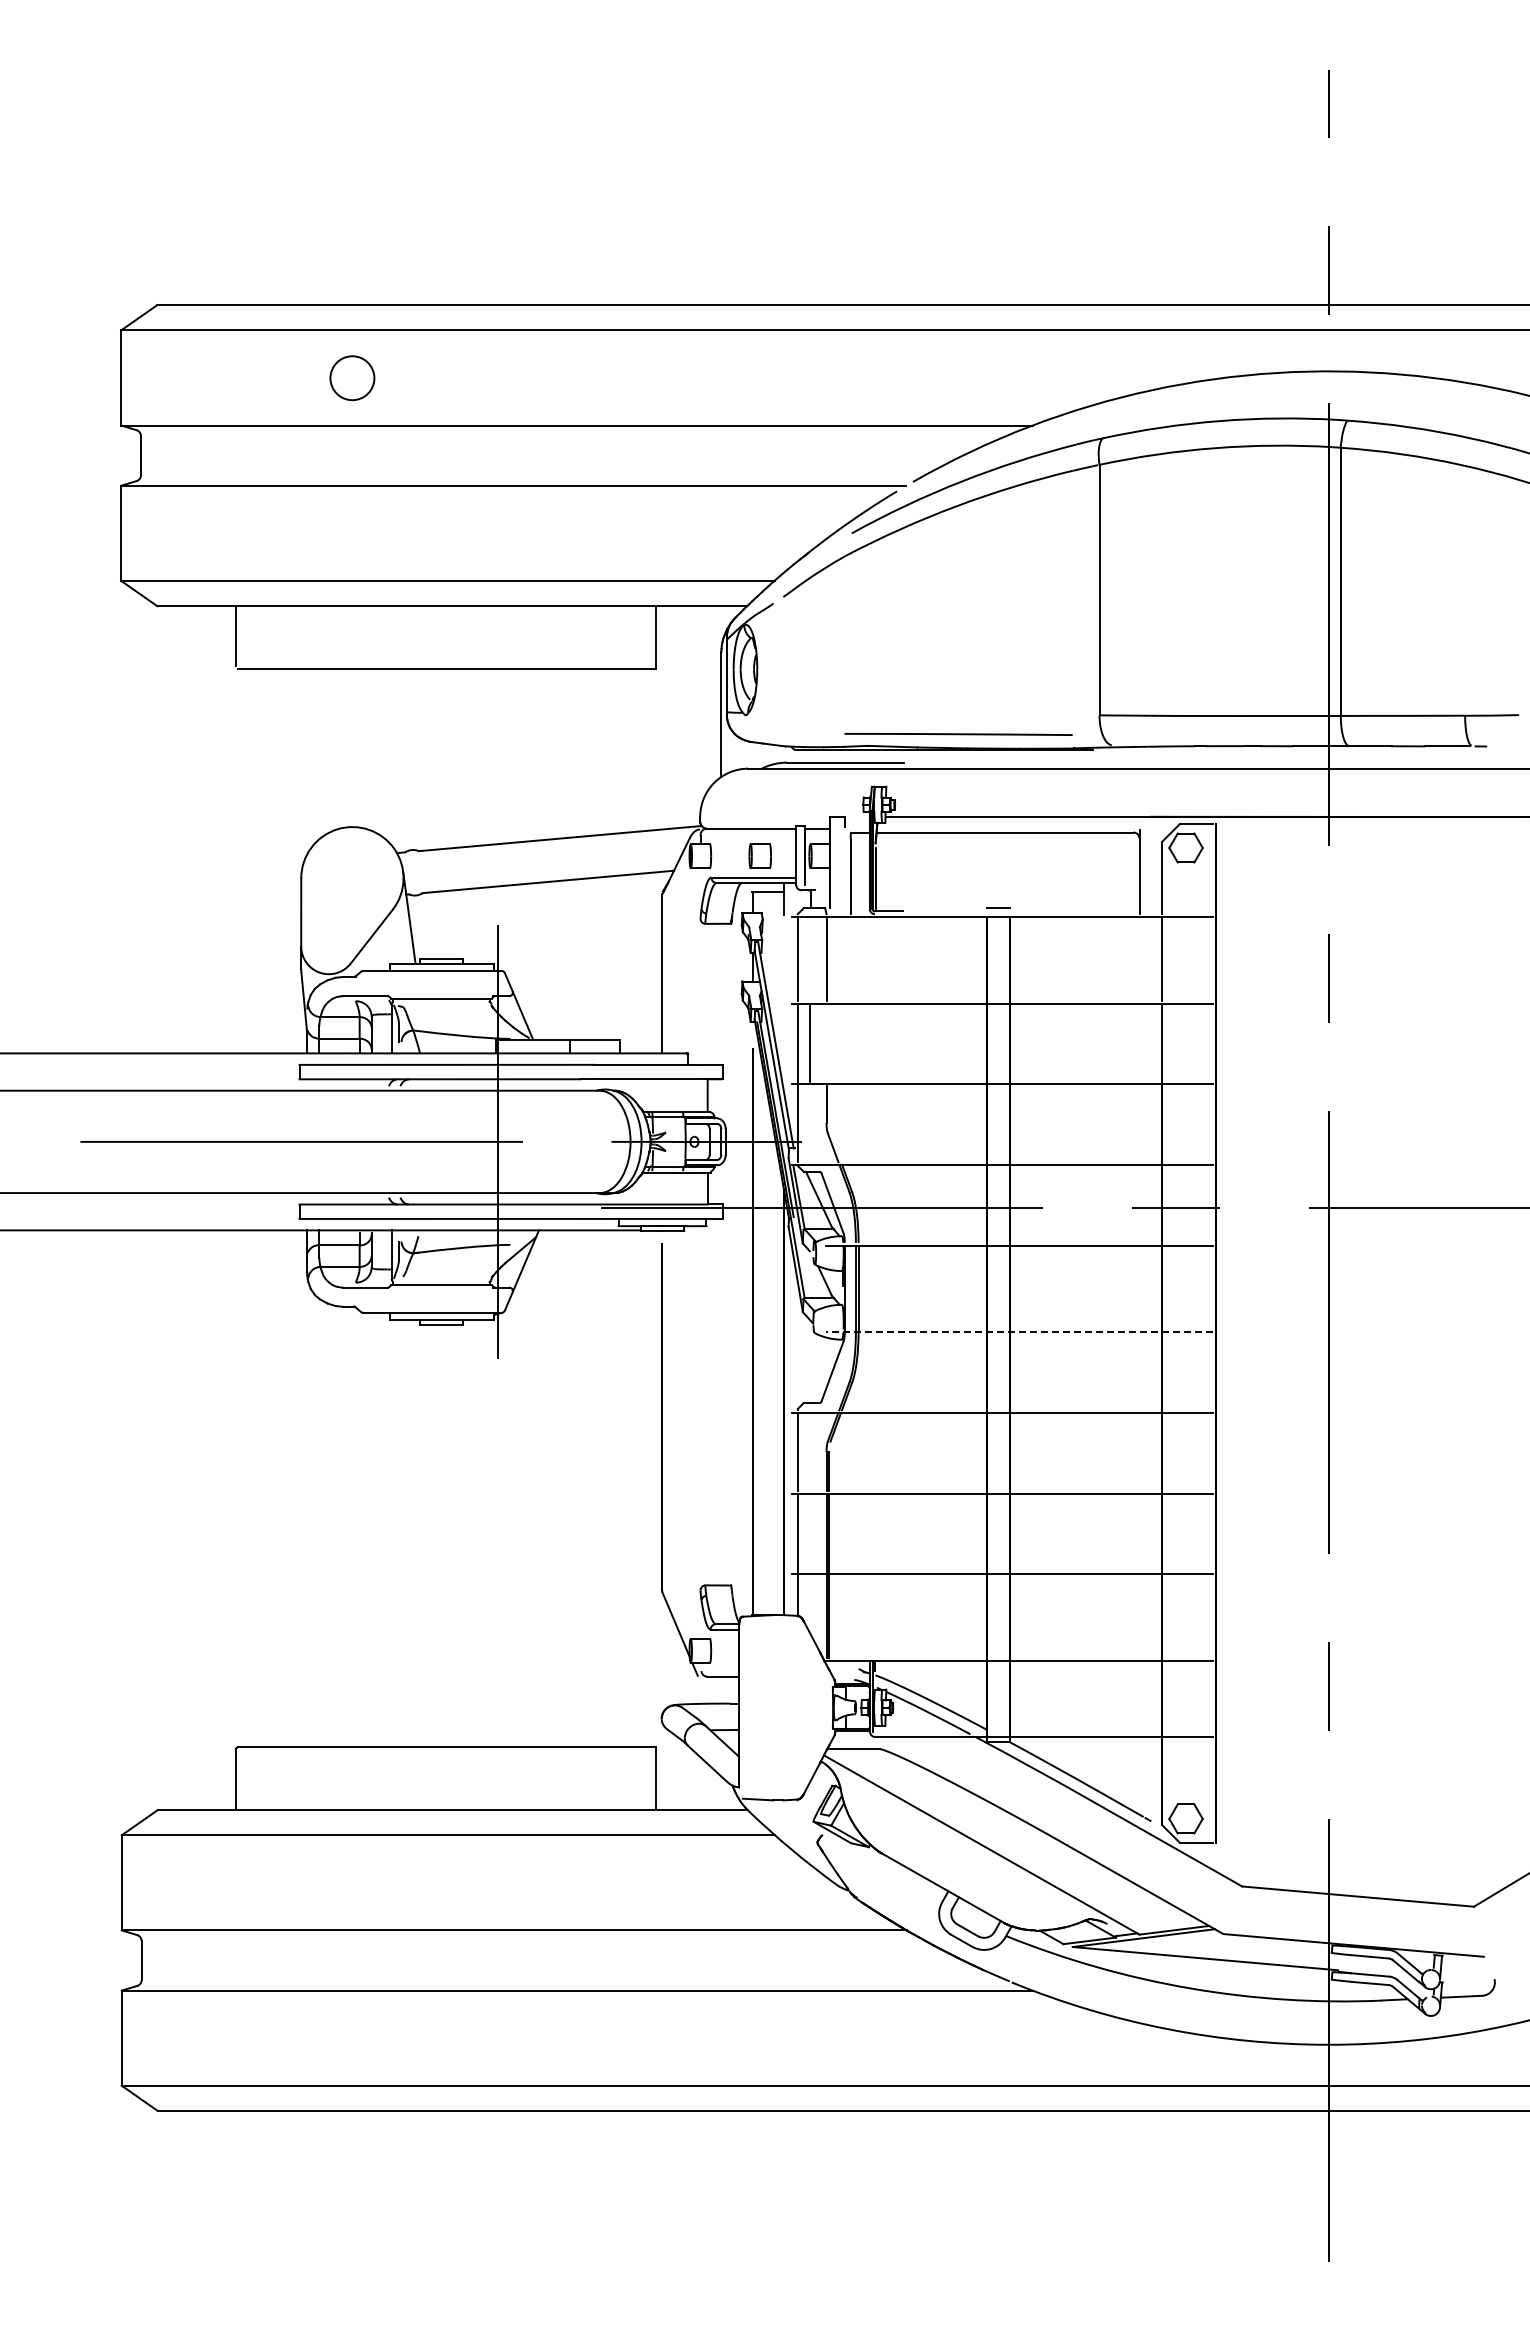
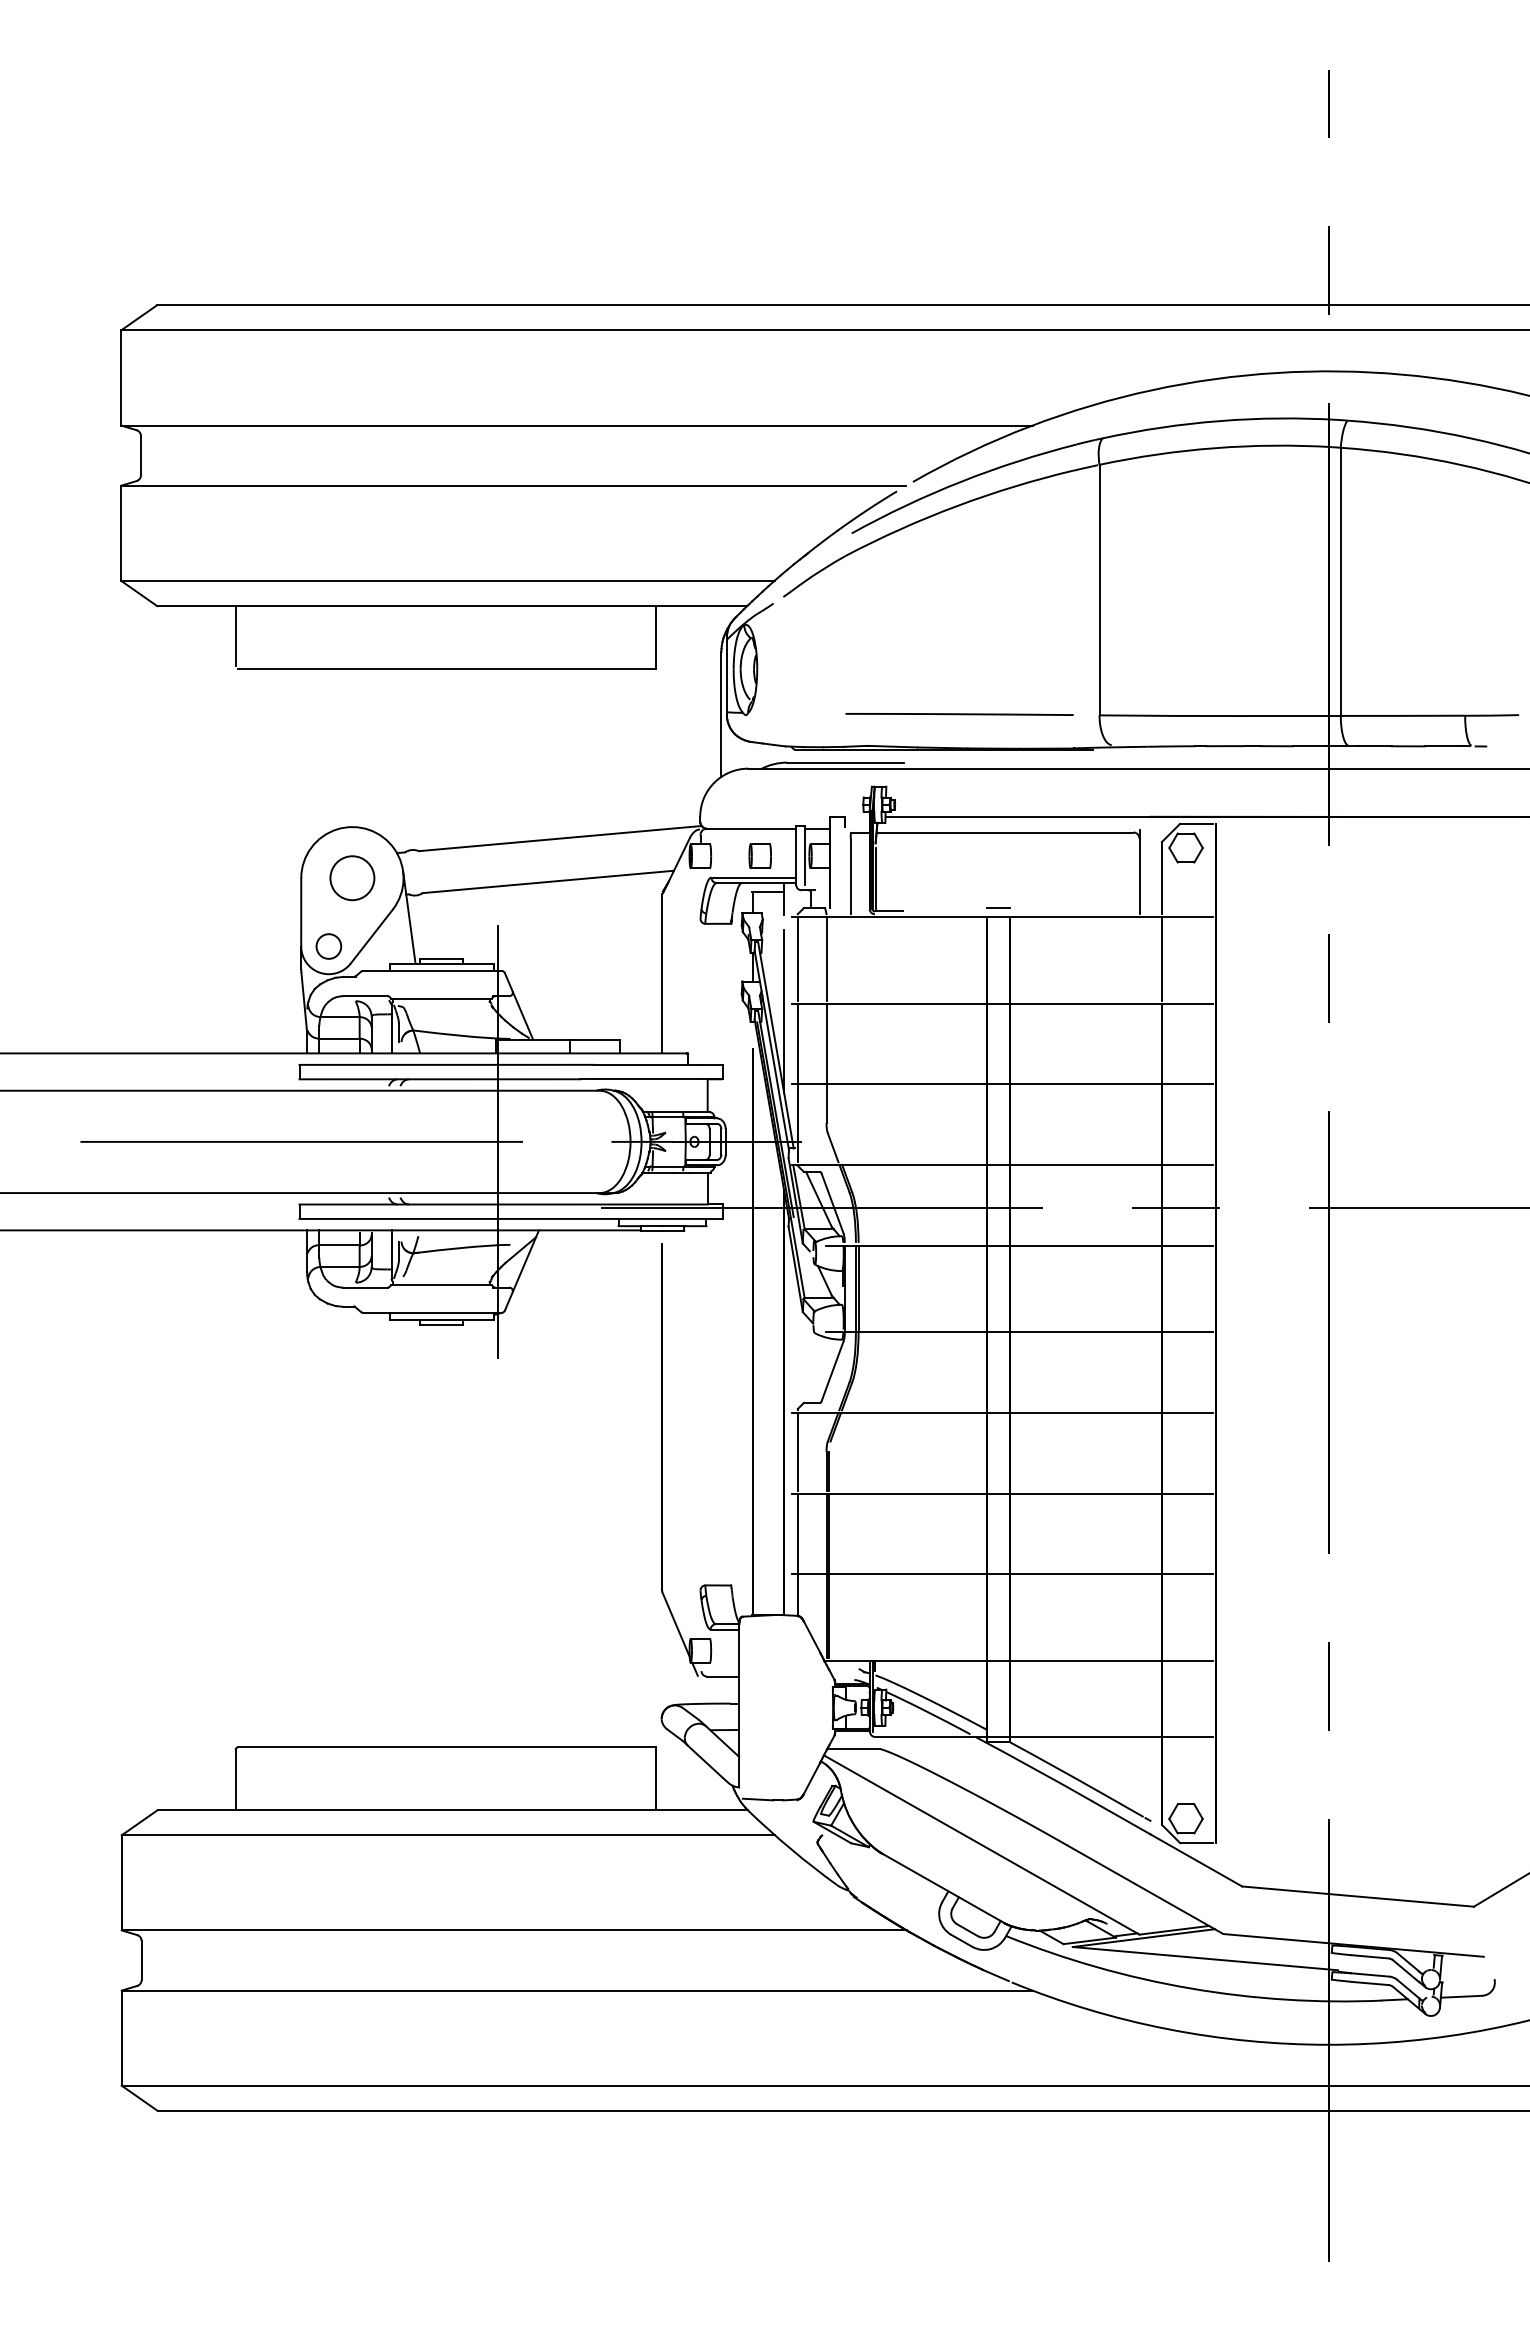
circle at (352, 378) position: (352, 378) -> (352, 878)
line at (958, 734) position: (958, 734) -> (959, 714)
circle at (328, 946): none -> present
line at (784, 1011): none -> present
line at (809, 1042) position: (809, 1042) -> (826, 1042)
line at (1019, 1332): dashed -> solid
